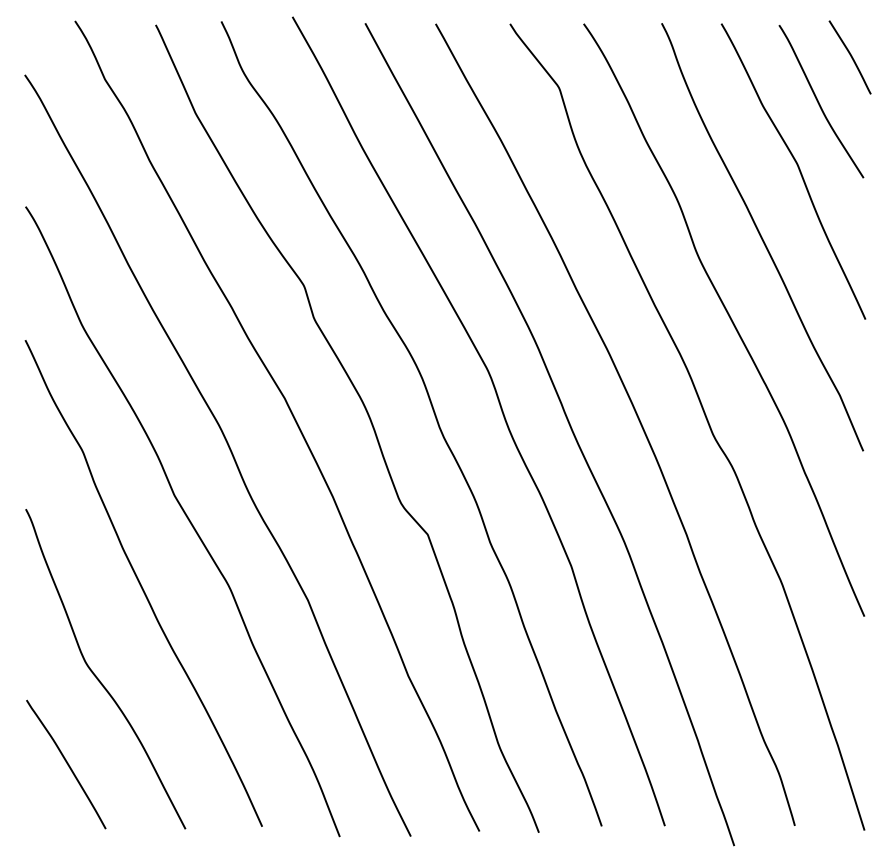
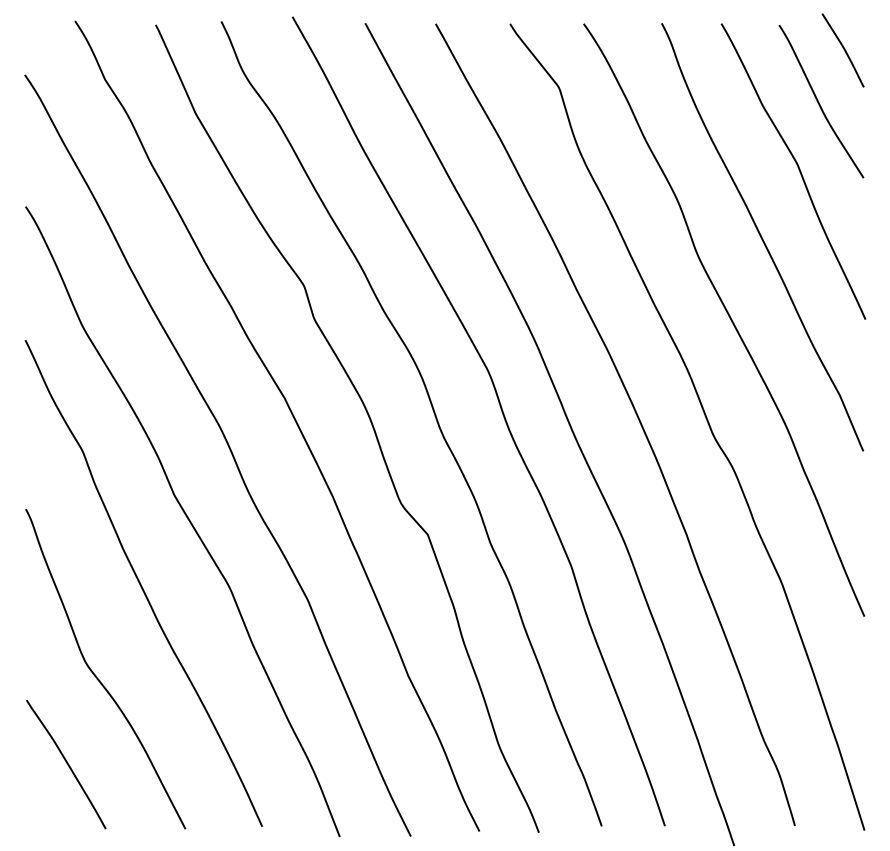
curve at (850, 56) position: (850, 56) -> (843, 49)
